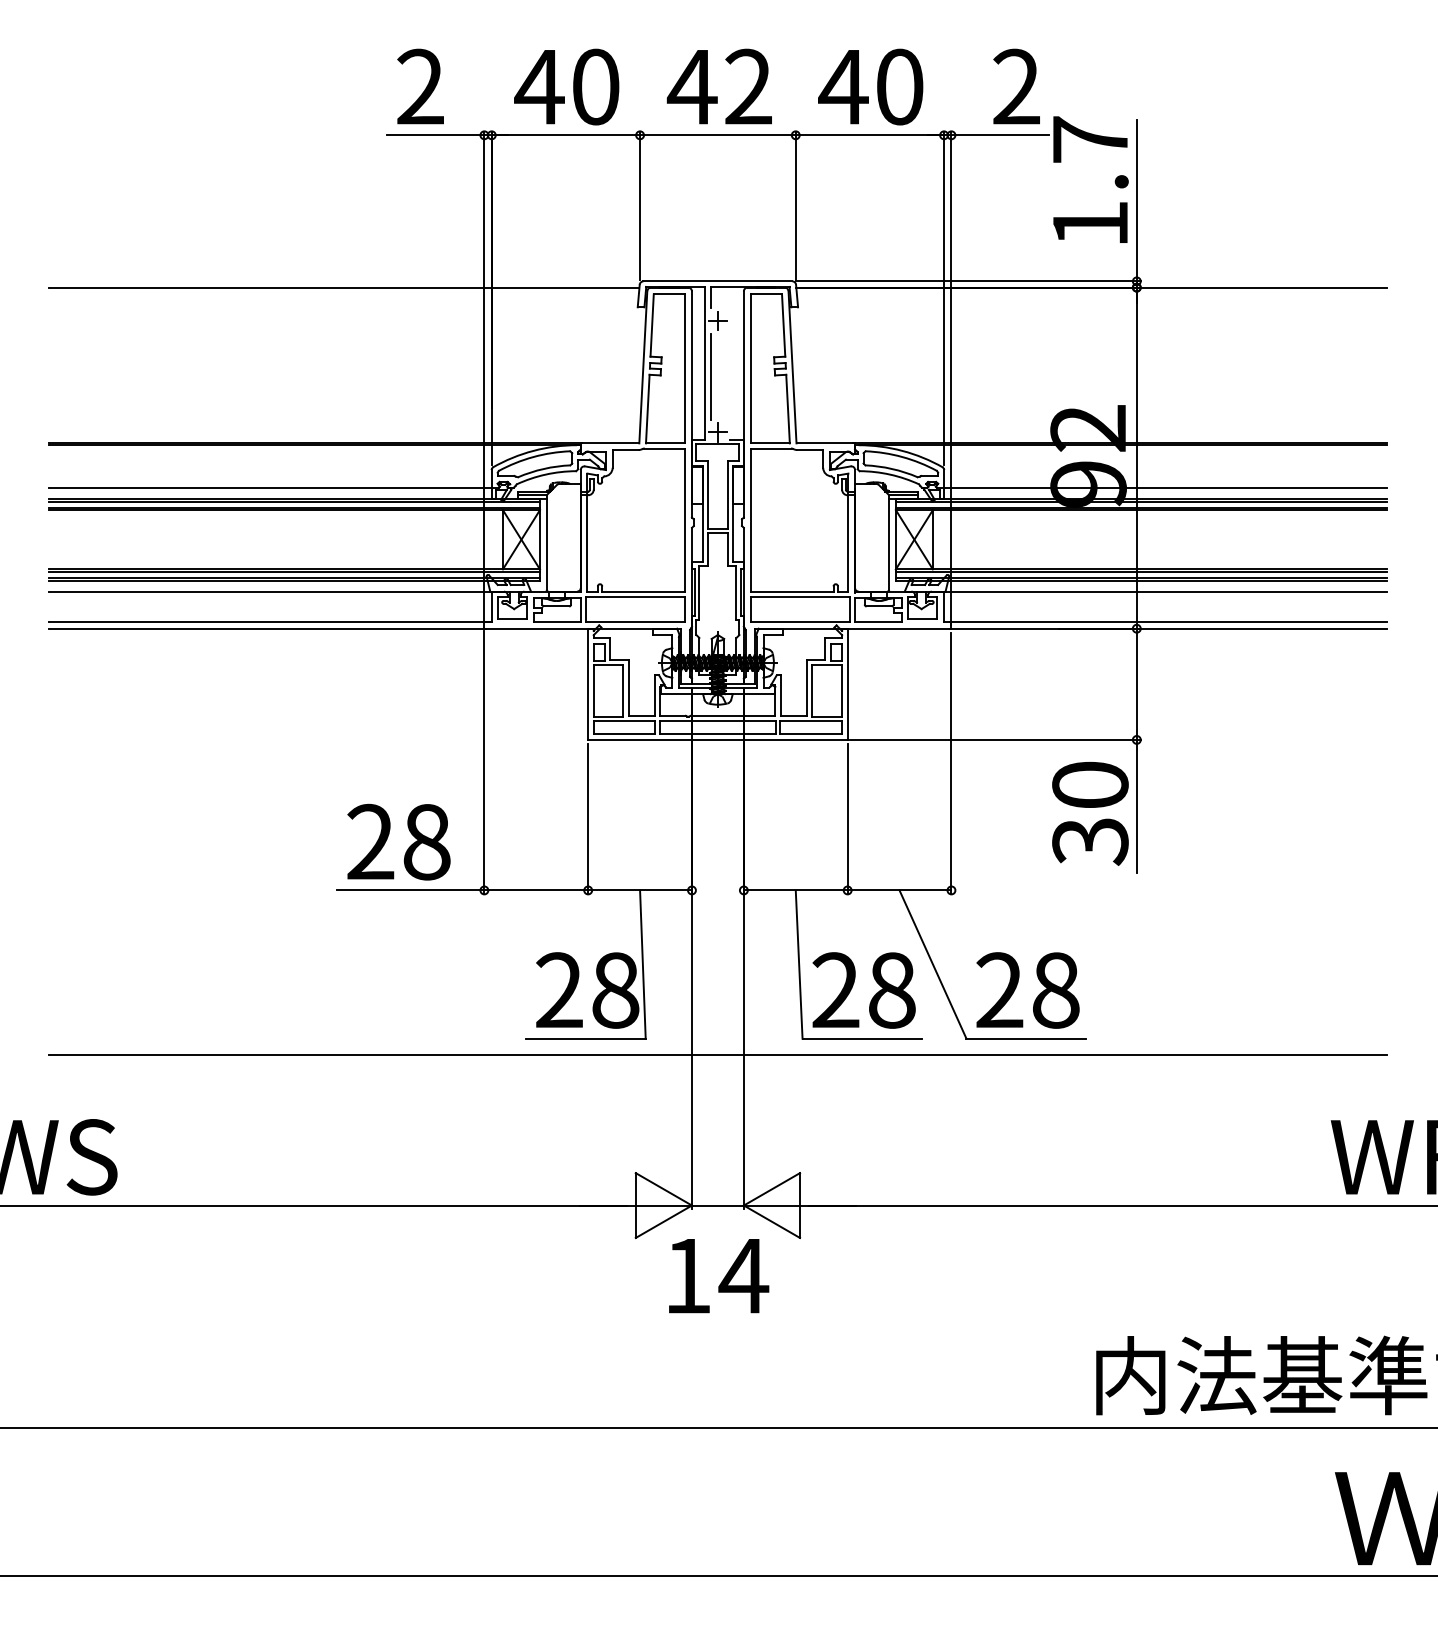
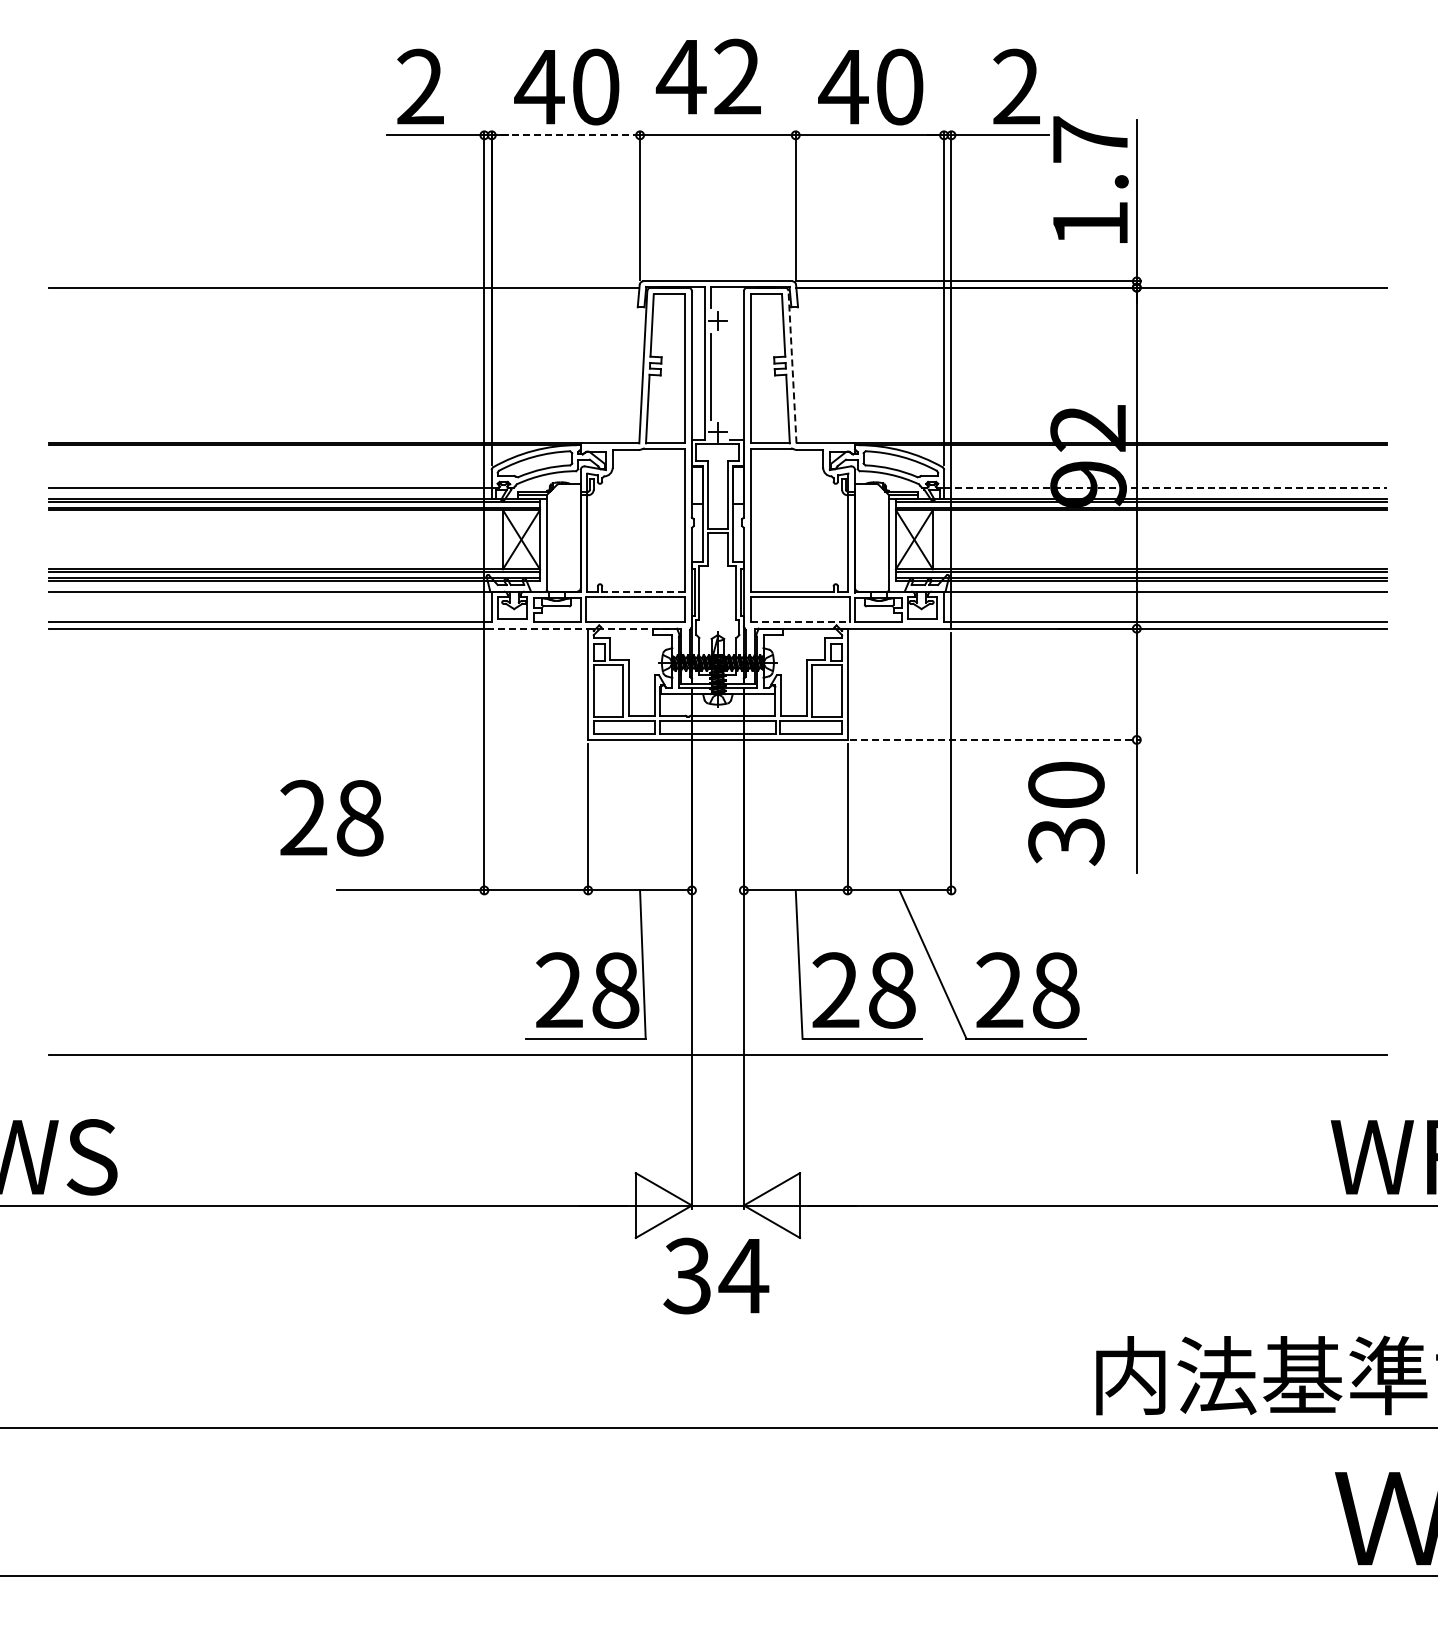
text at (718, 86) position: (718, 86) -> (707, 76)
line at (565, 135): solid -> dashed
line at (792, 366): solid -> dashed
line at (1166, 487): solid -> dashed
line at (643, 591): solid -> dashed
line at (800, 622): solid -> dashed
line at (582, 628): solid -> dashed
line at (995, 739): solid -> dashed
text at (1090, 813) position: (1090, 813) -> (1066, 813)
text at (398, 841) position: (398, 841) -> (331, 817)
text at (686, 1275): 14 -> 34
